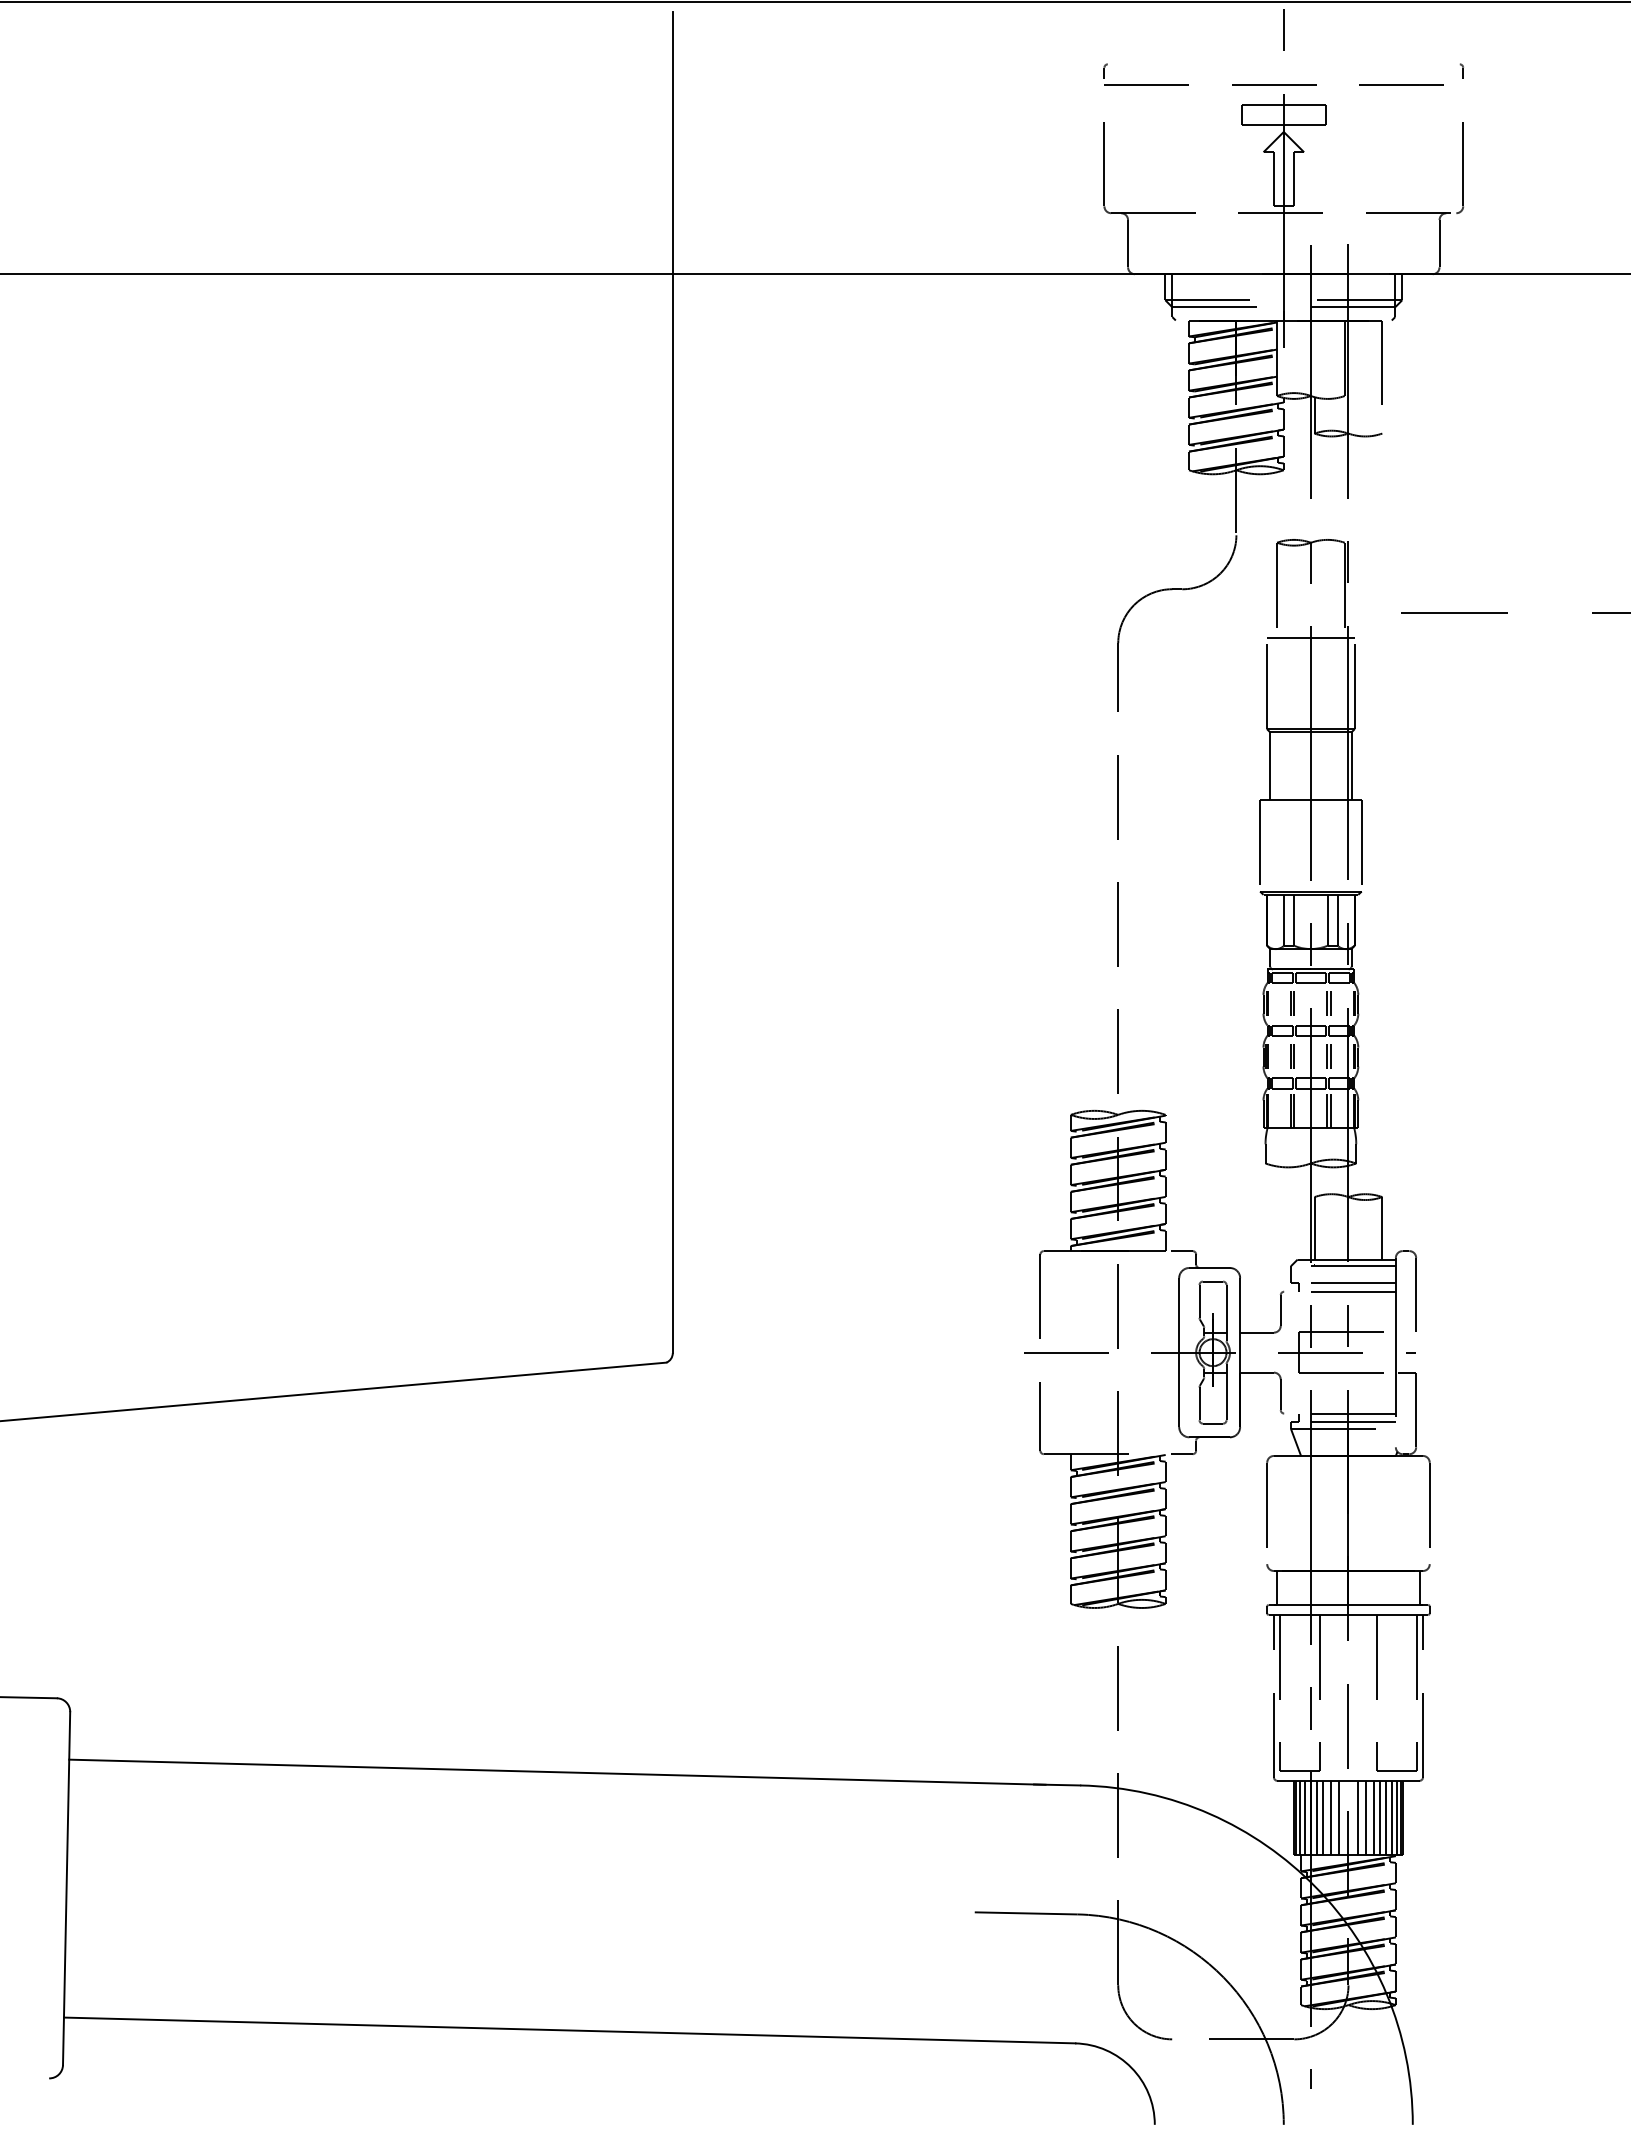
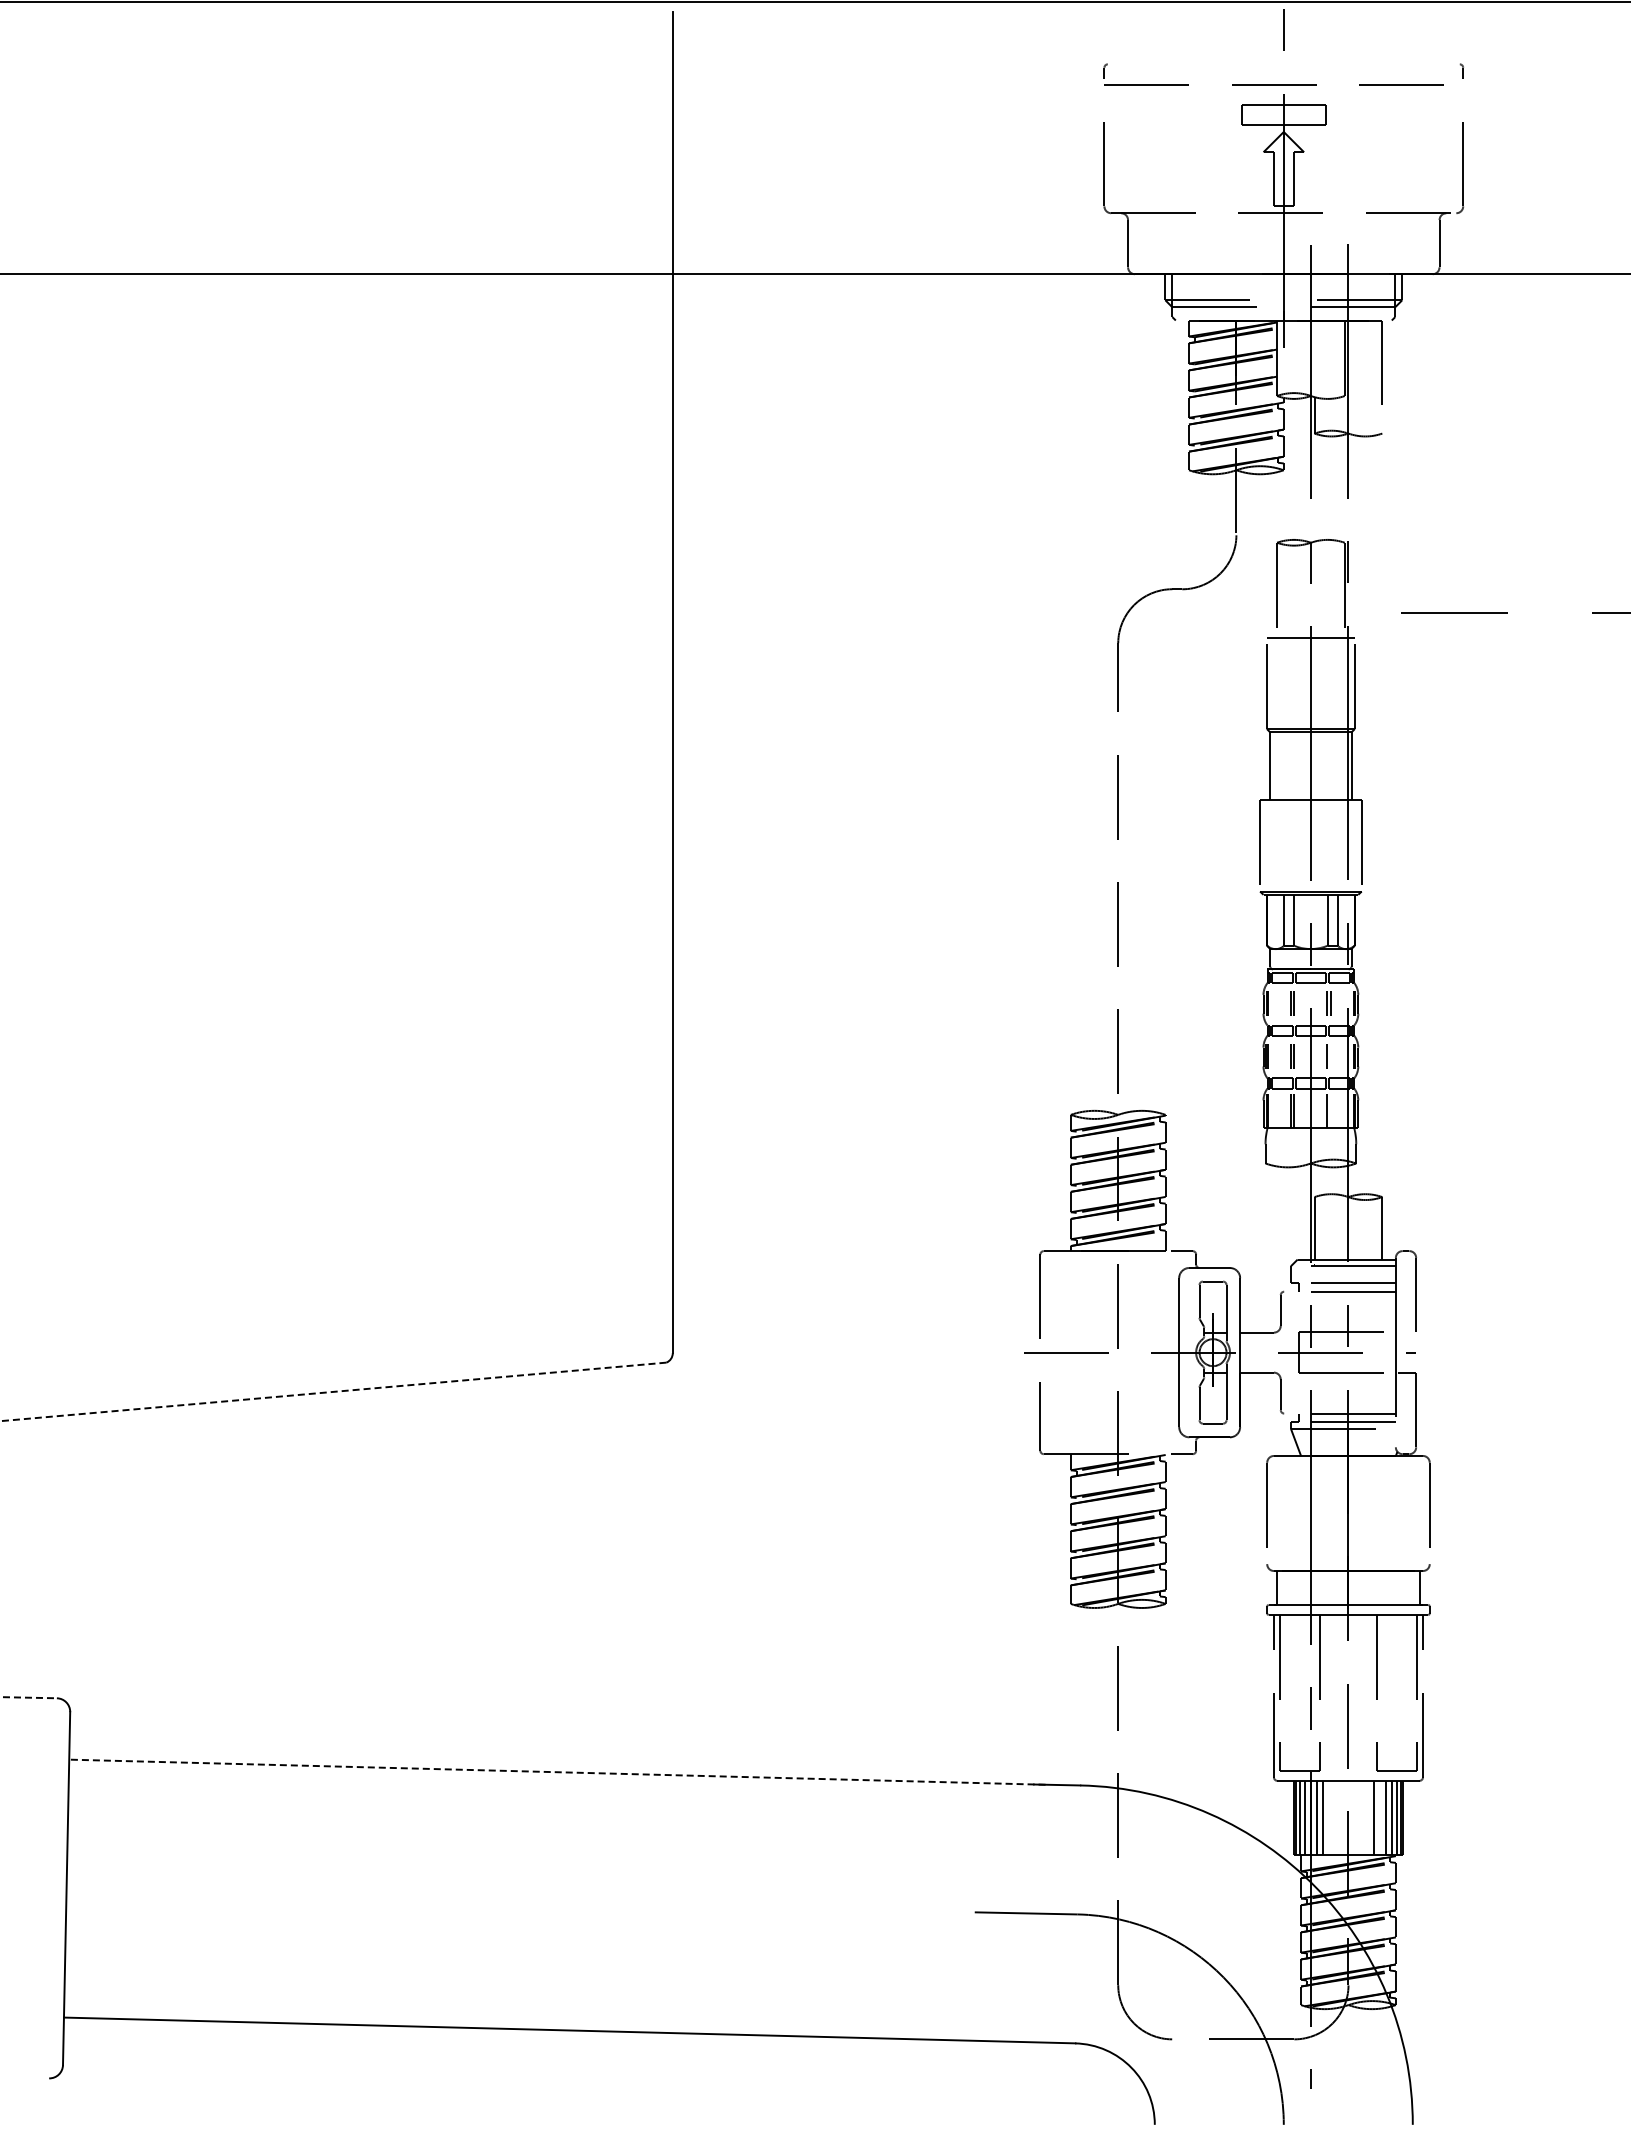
line at (1330, 1055): present -> none
line at (1330, 1110): present -> none
line at (332, 1391): solid -> dashed
line at (28, 1697): solid -> dashed
line at (556, 1772): solid -> dashed
line at (1330, 1817): present -> none
line at (1339, 1817): present -> none
line at (1357, 1817): present -> none
line at (1366, 1817): present -> none
line at (1380, 1817): present -> none
